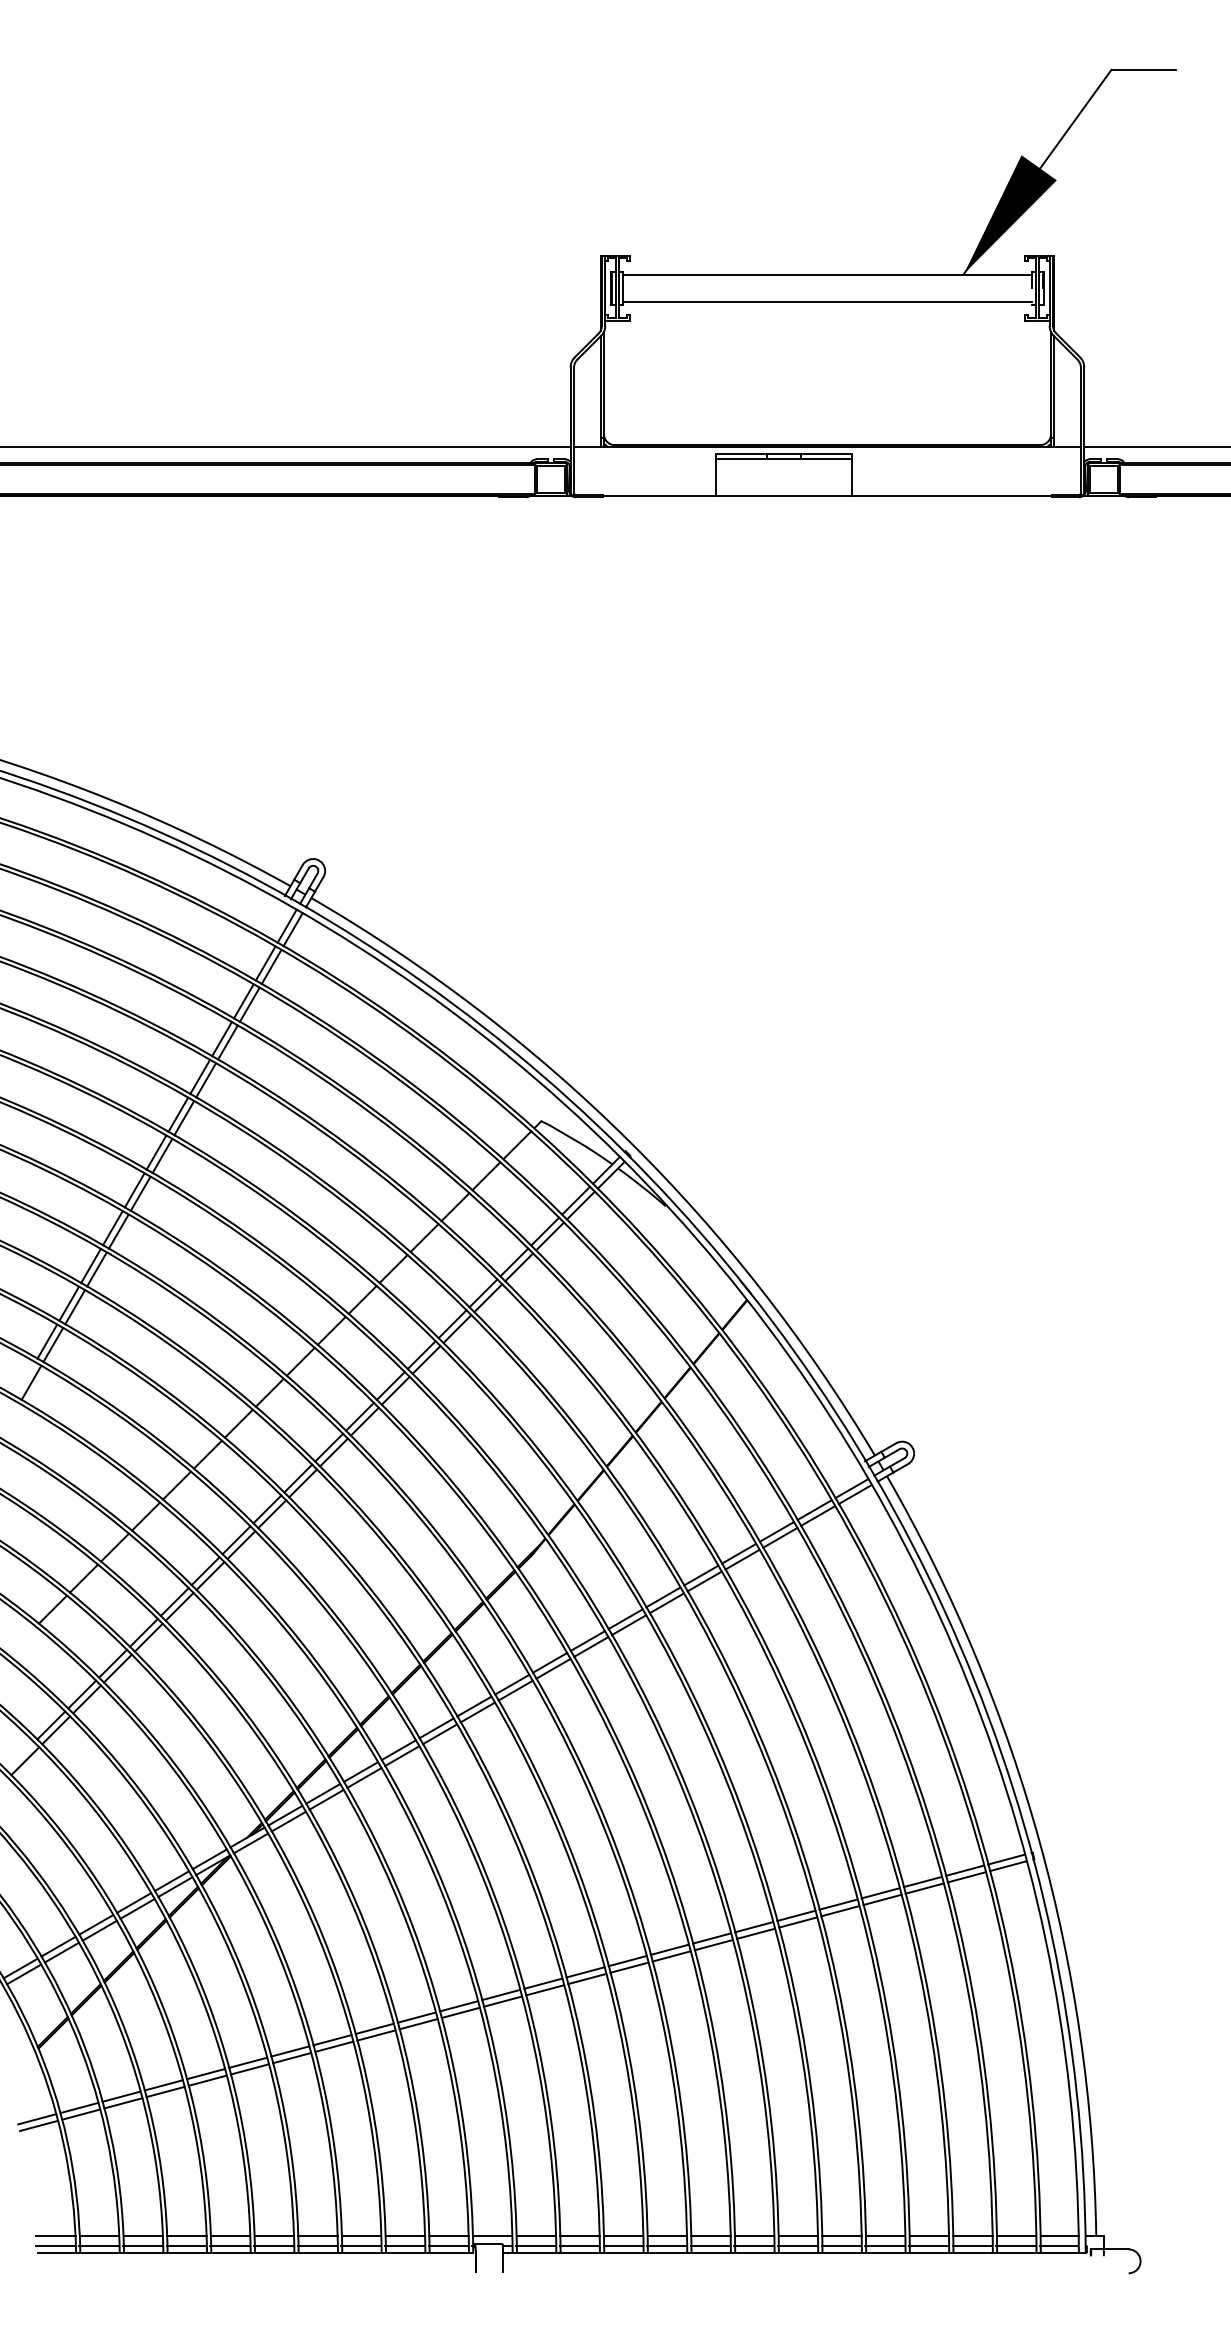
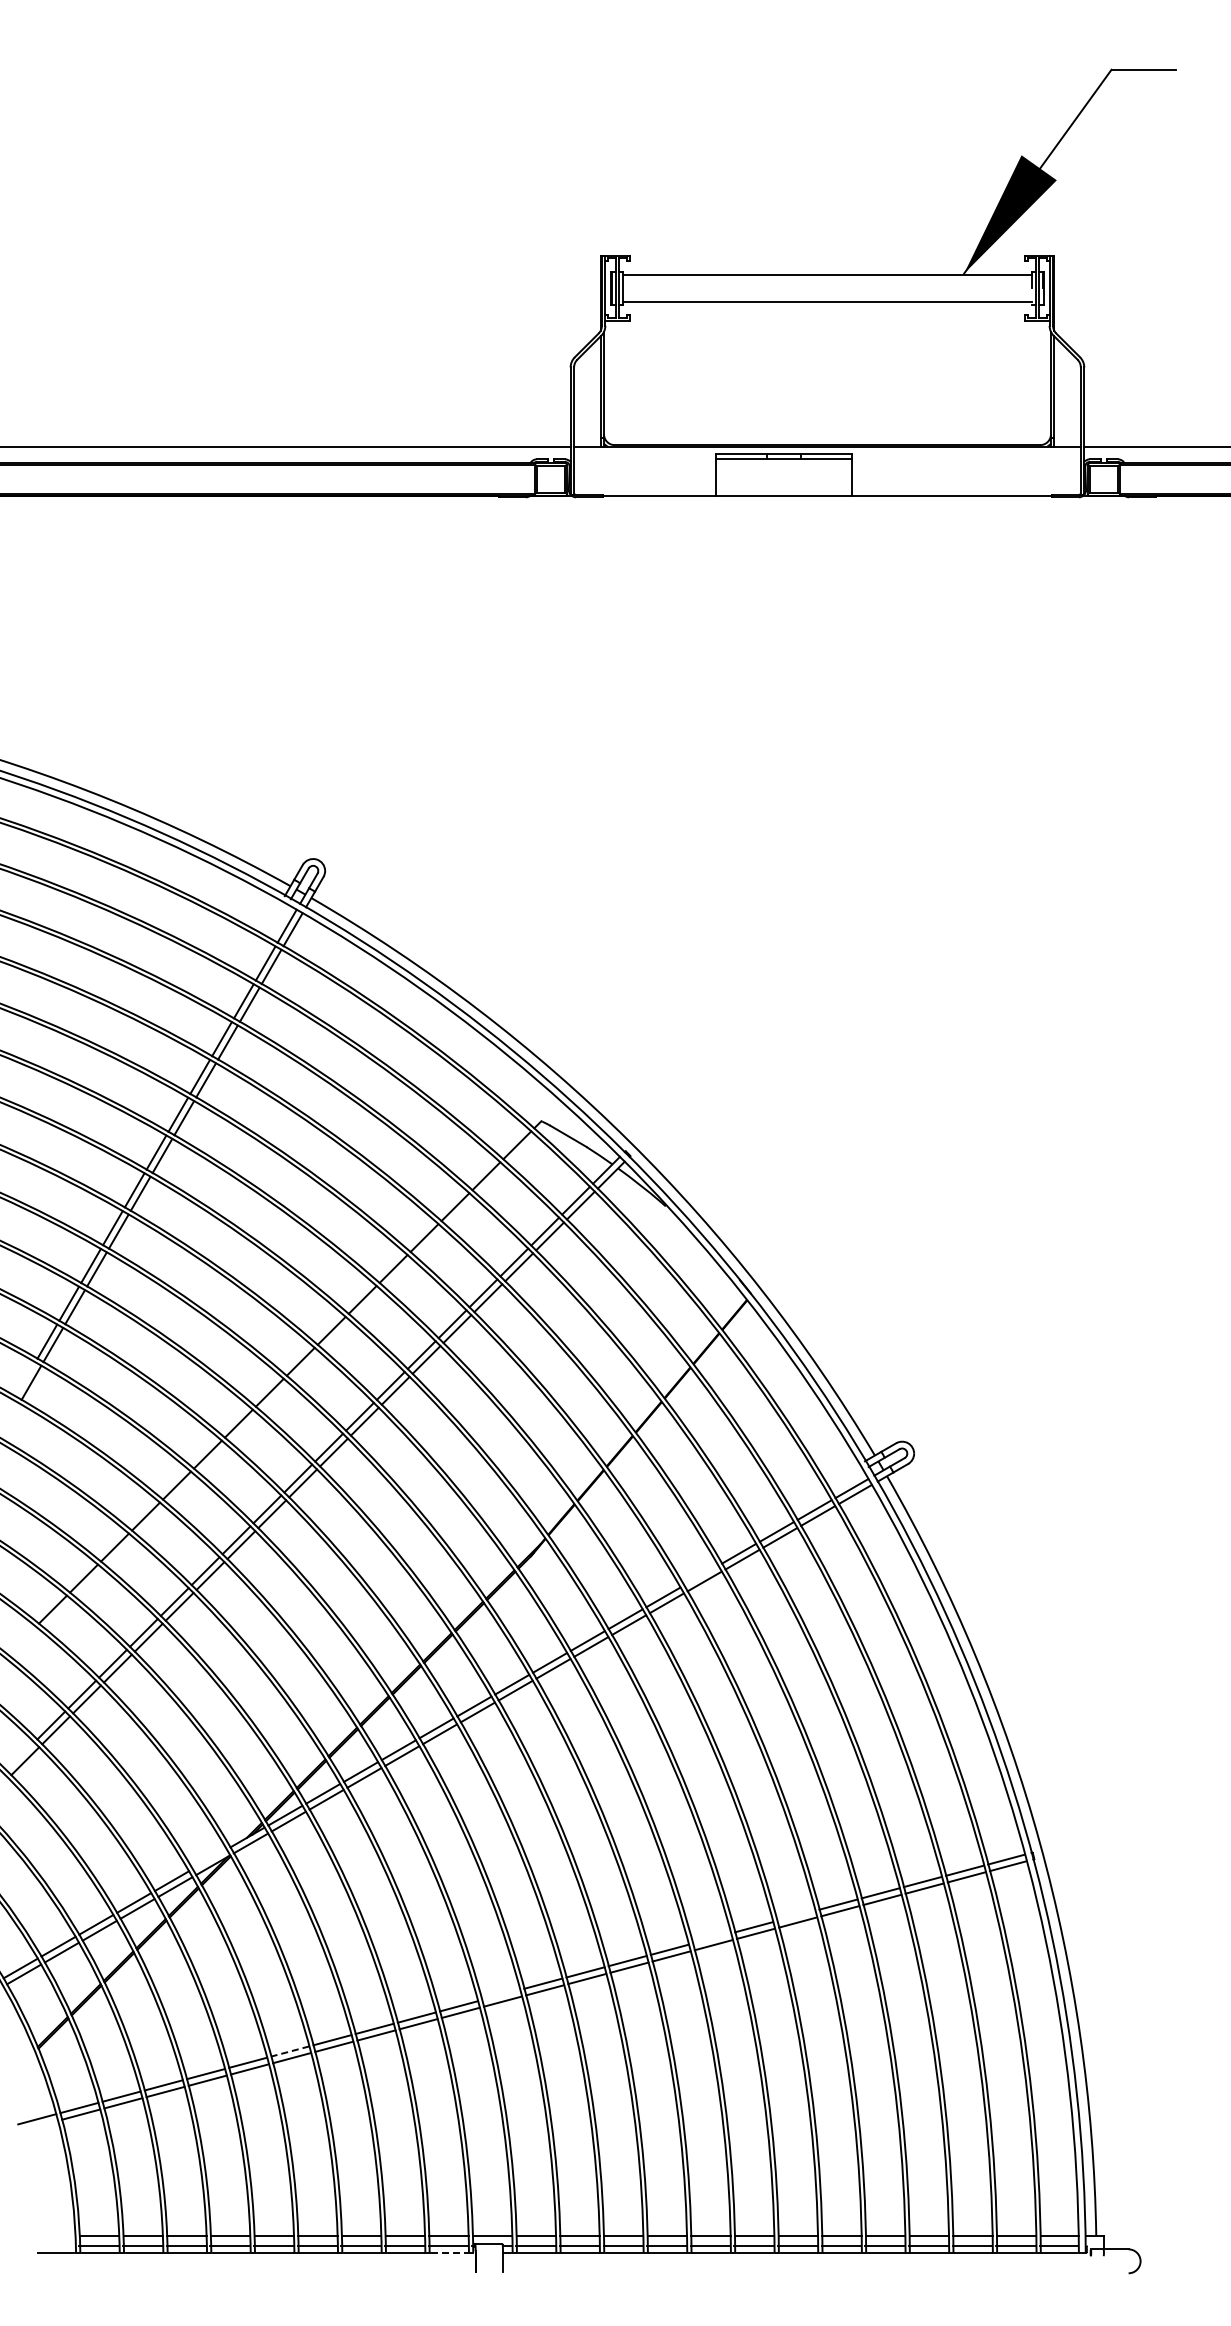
line at (701, 1575): present -> none
line at (209, 1859): present -> none
line at (796, 1915): present -> none
line at (711, 1938): present -> none
line at (501, 1994): present -> none
line at (290, 2051): solid -> dashed
line at (39, 2125): present -> none
line at (55, 2235): present -> none
line at (54, 2245): present -> none
line at (449, 2252): solid -> dashed
